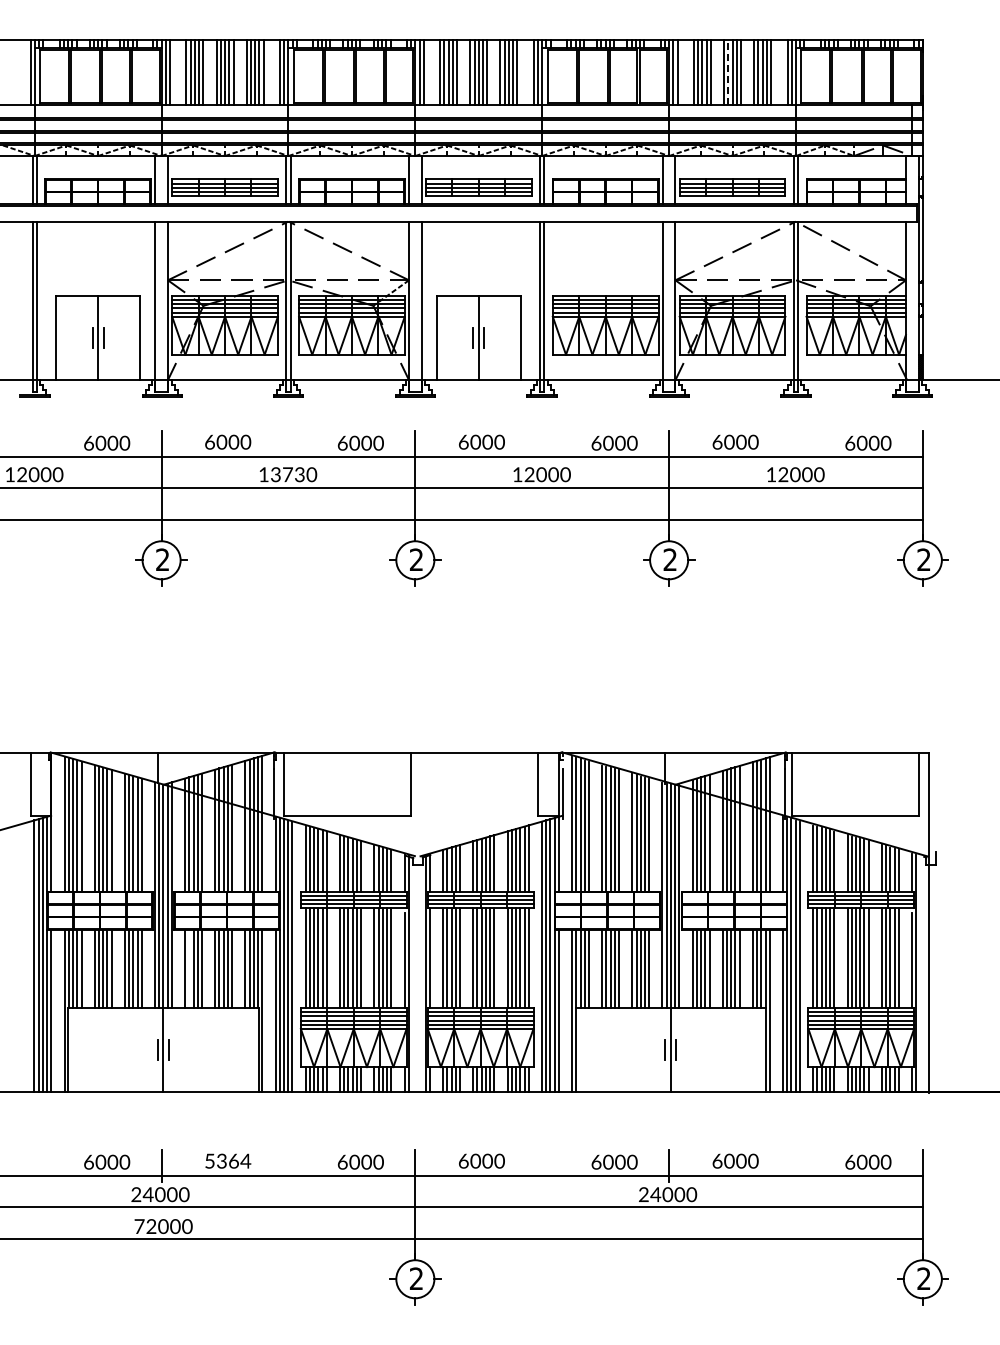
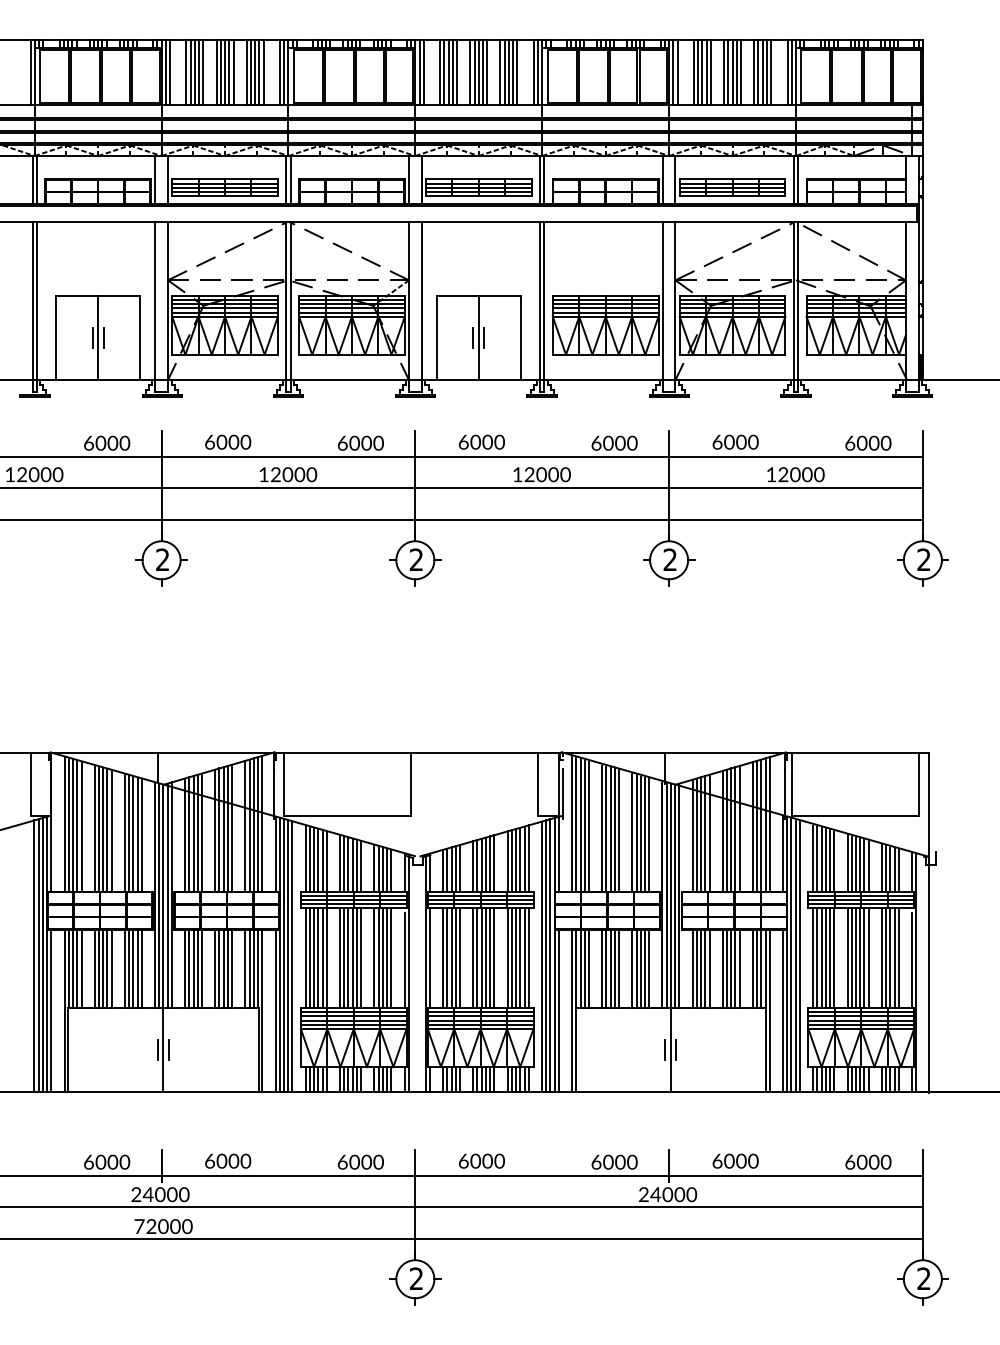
line at (728, 72): dashed -> solid
text at (288, 474): 13730 -> 12000
line at (189, 968): none -> present
text at (228, 1160): 5364 -> 6000
